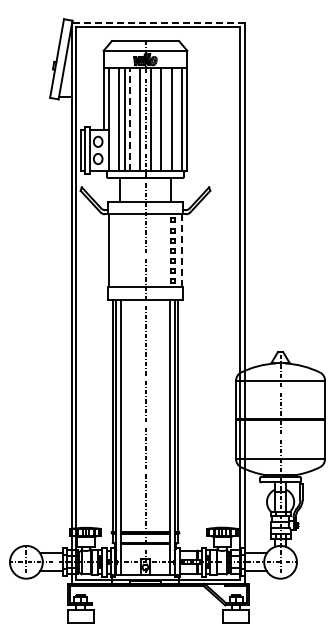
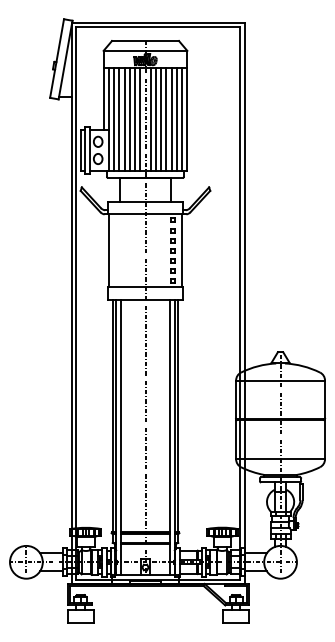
line at (157, 22): dashed -> solid
line at (114, 119): none -> present
line at (129, 119): dashed -> solid
line at (135, 119): none -> present
line at (155, 119): none -> present
line at (166, 119): none -> present
line at (176, 119): none -> present
line at (181, 250): dashed -> solid
